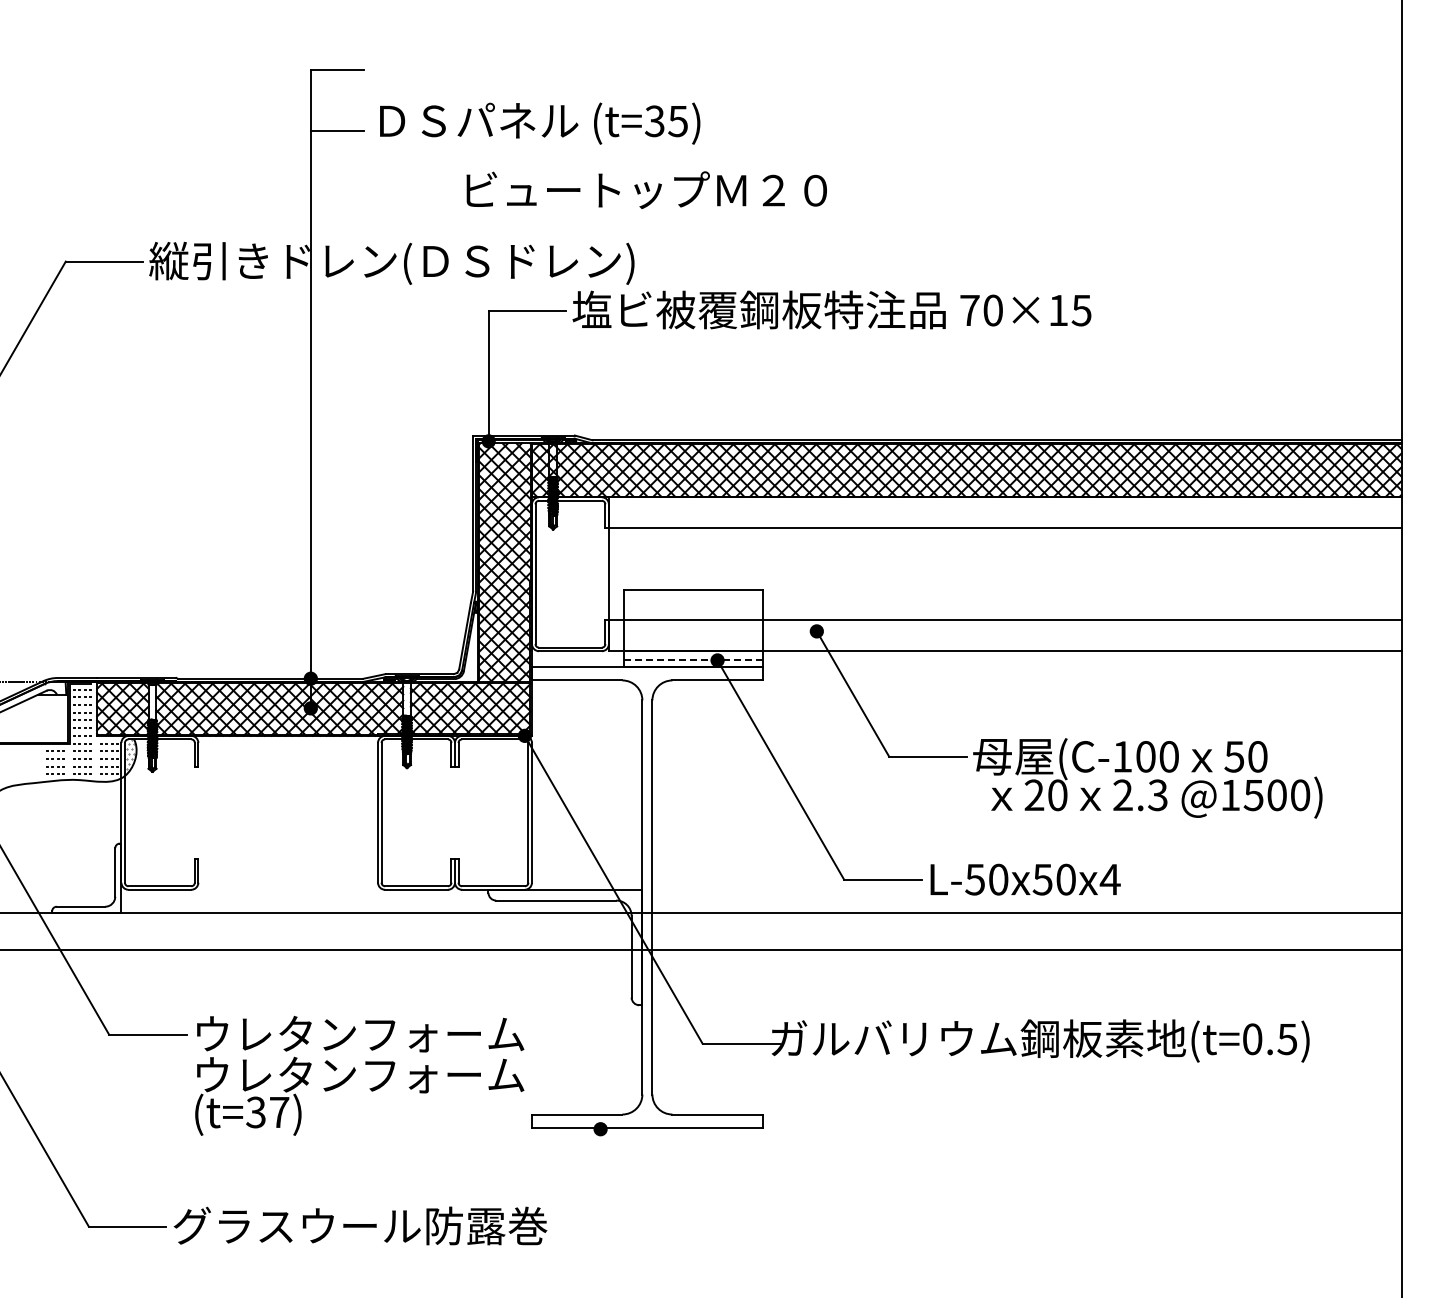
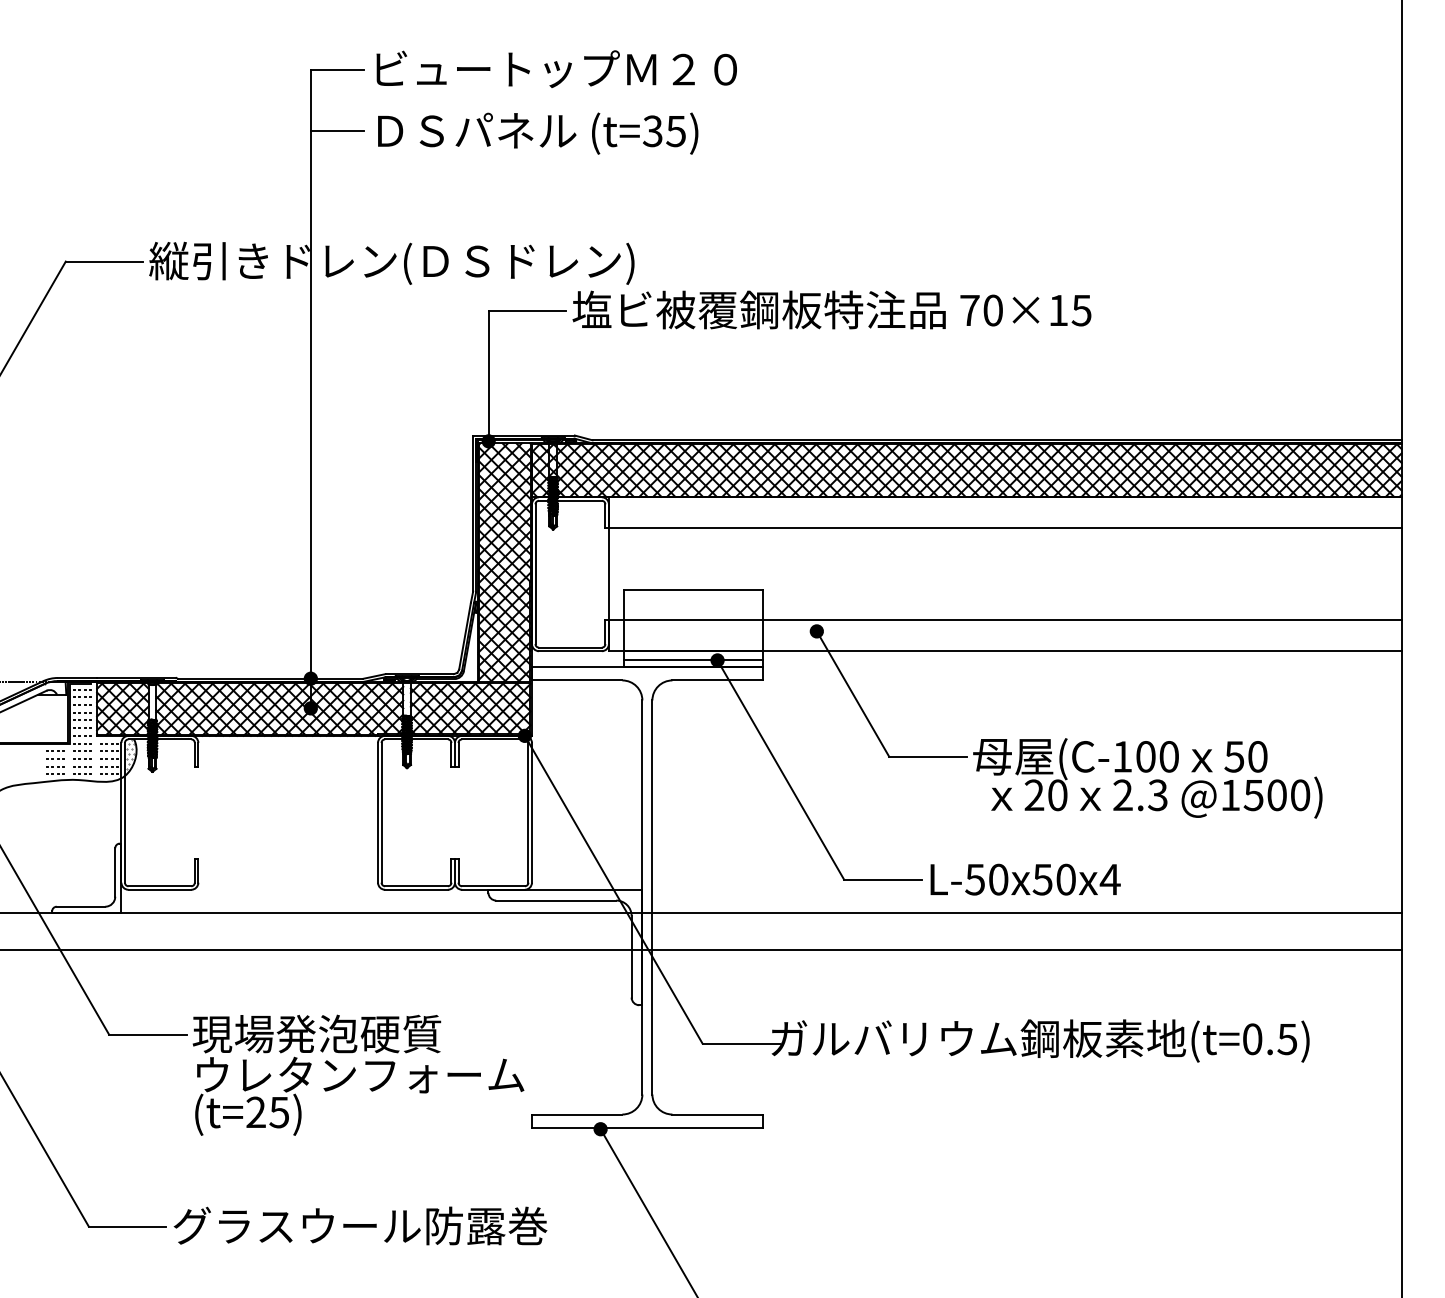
text at (540, 123) position: (540, 123) -> (538, 133)
text at (646, 189) position: (646, 189) -> (556, 68)
line at (693, 660): dashed -> solid
text at (358, 1033): ウレタンフォーム -> 現場発泡硬質
text at (267, 1112): (t=37) -> (t=25)
line at (648, 1211): none -> present
